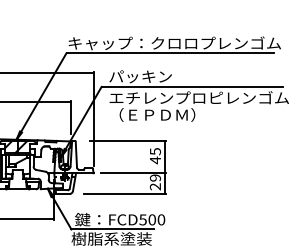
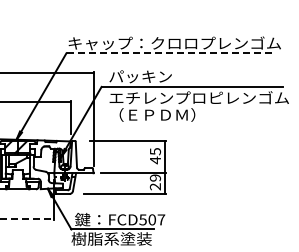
line at (170, 53): solid -> dashed
line at (27, 218): solid -> dashed
text at (161, 219): FCD500 -> FCD507
